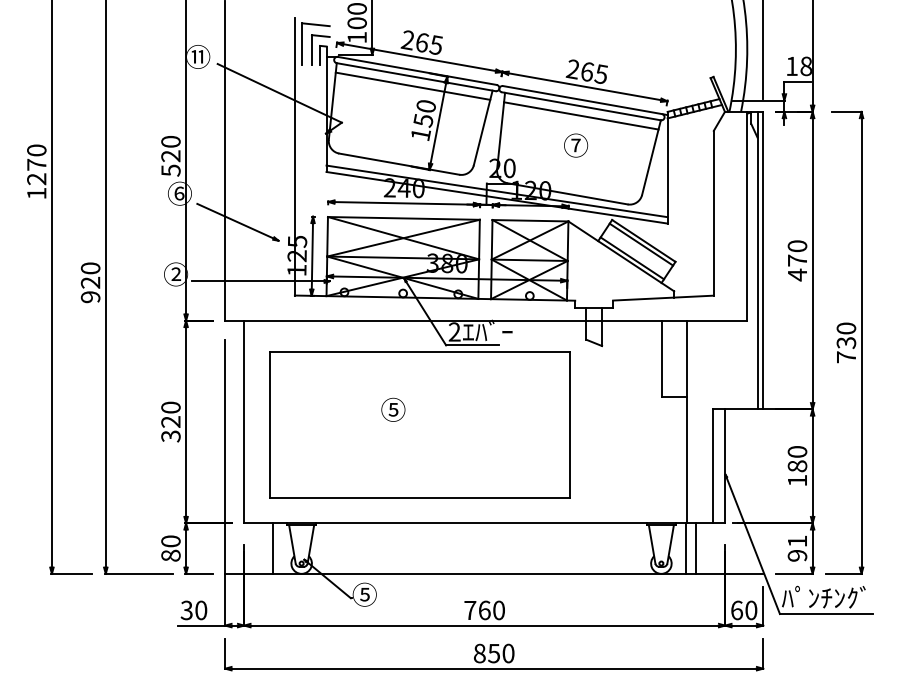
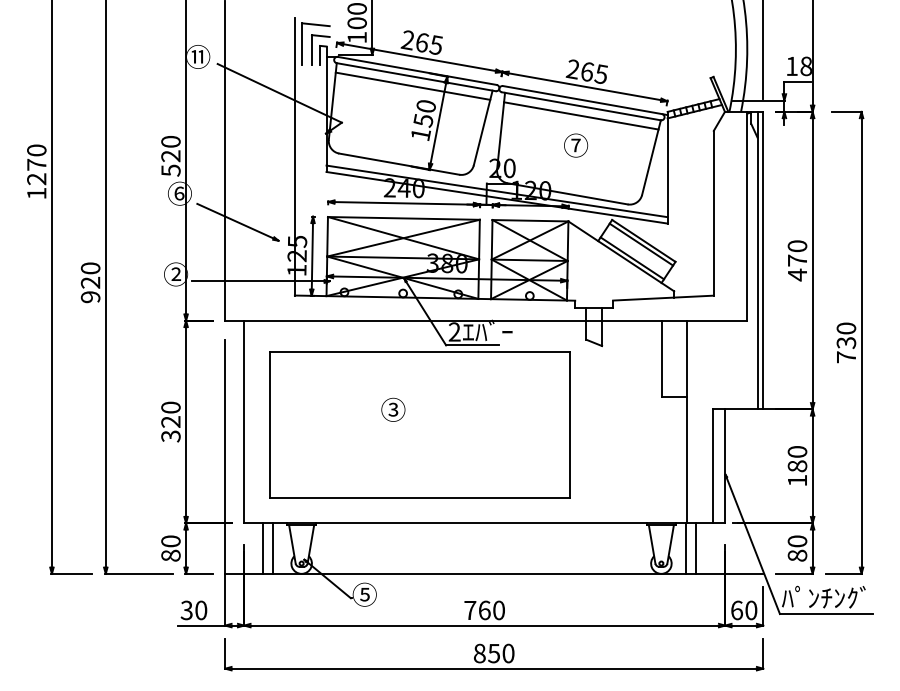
text at (393, 408): ⑤ -> ③
line at (263, 548): none -> present
text at (797, 548): 91 -> 80
